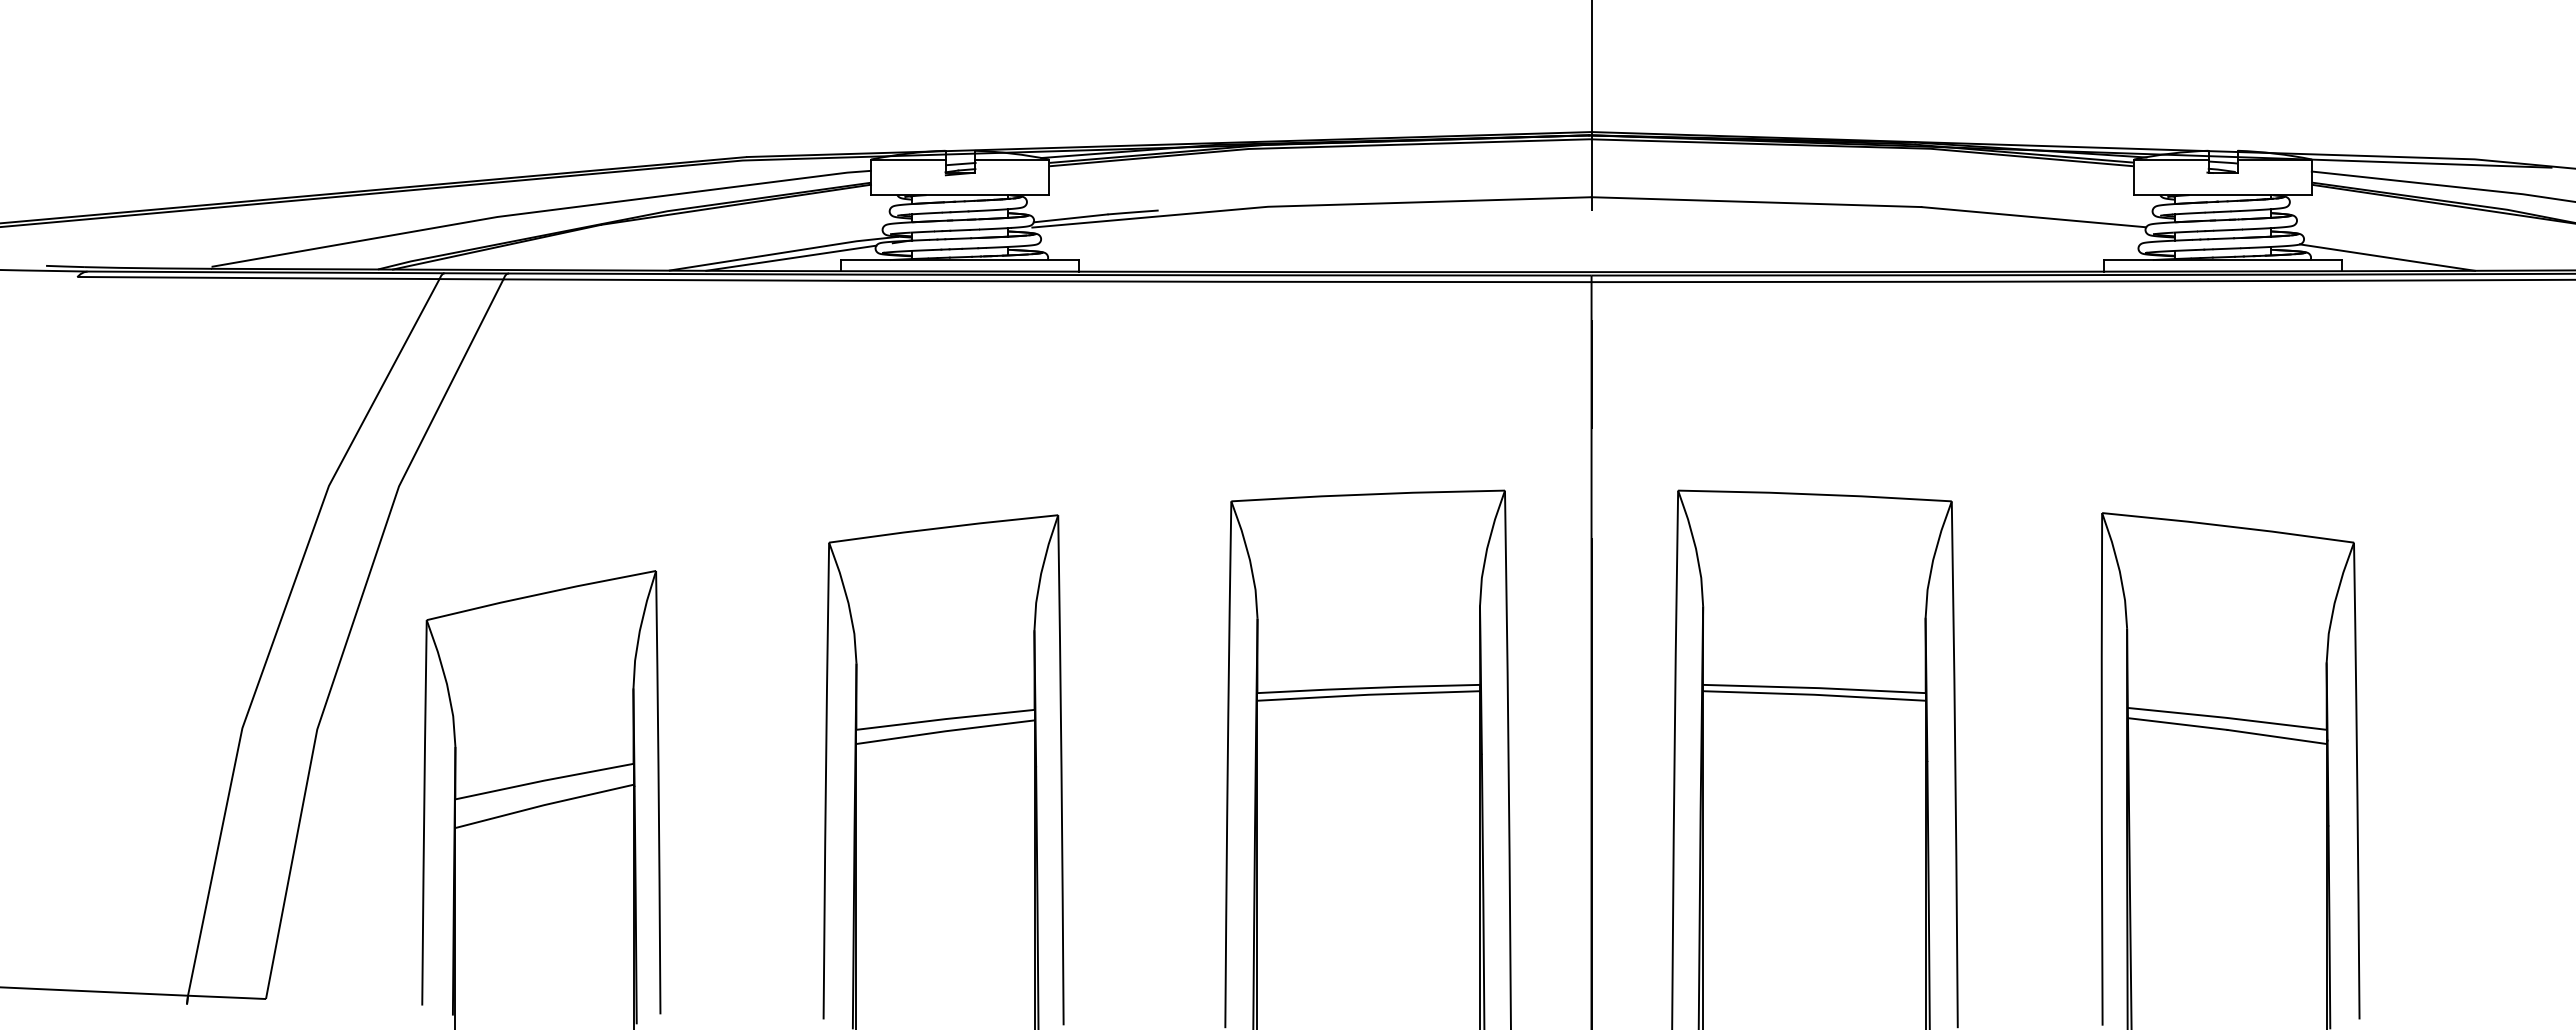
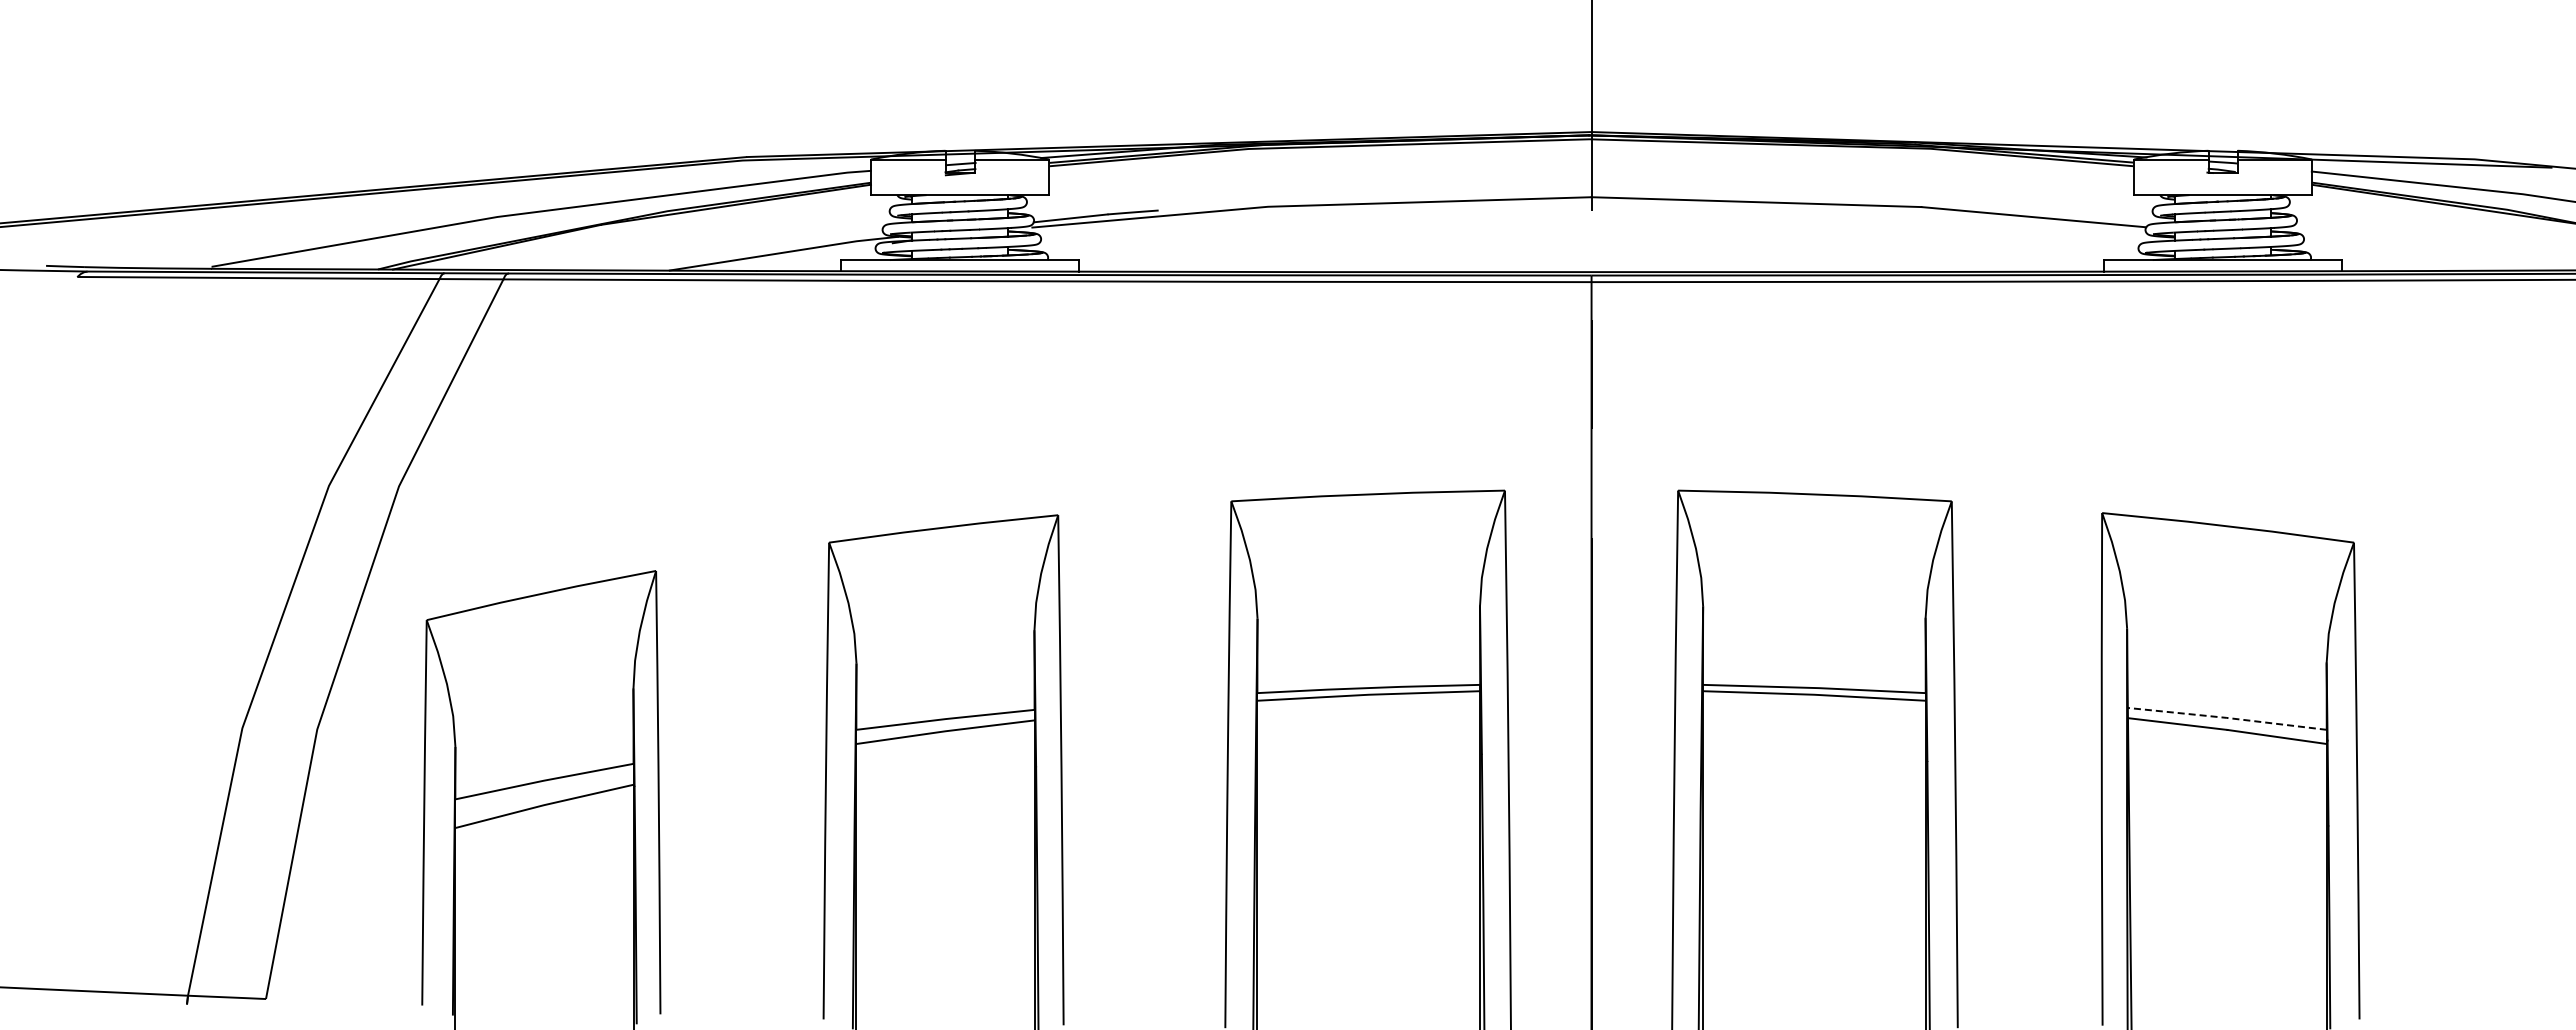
line at (791, 257): present -> none
line at (2387, 257): present -> none
line at (2226, 717): solid -> dashed
